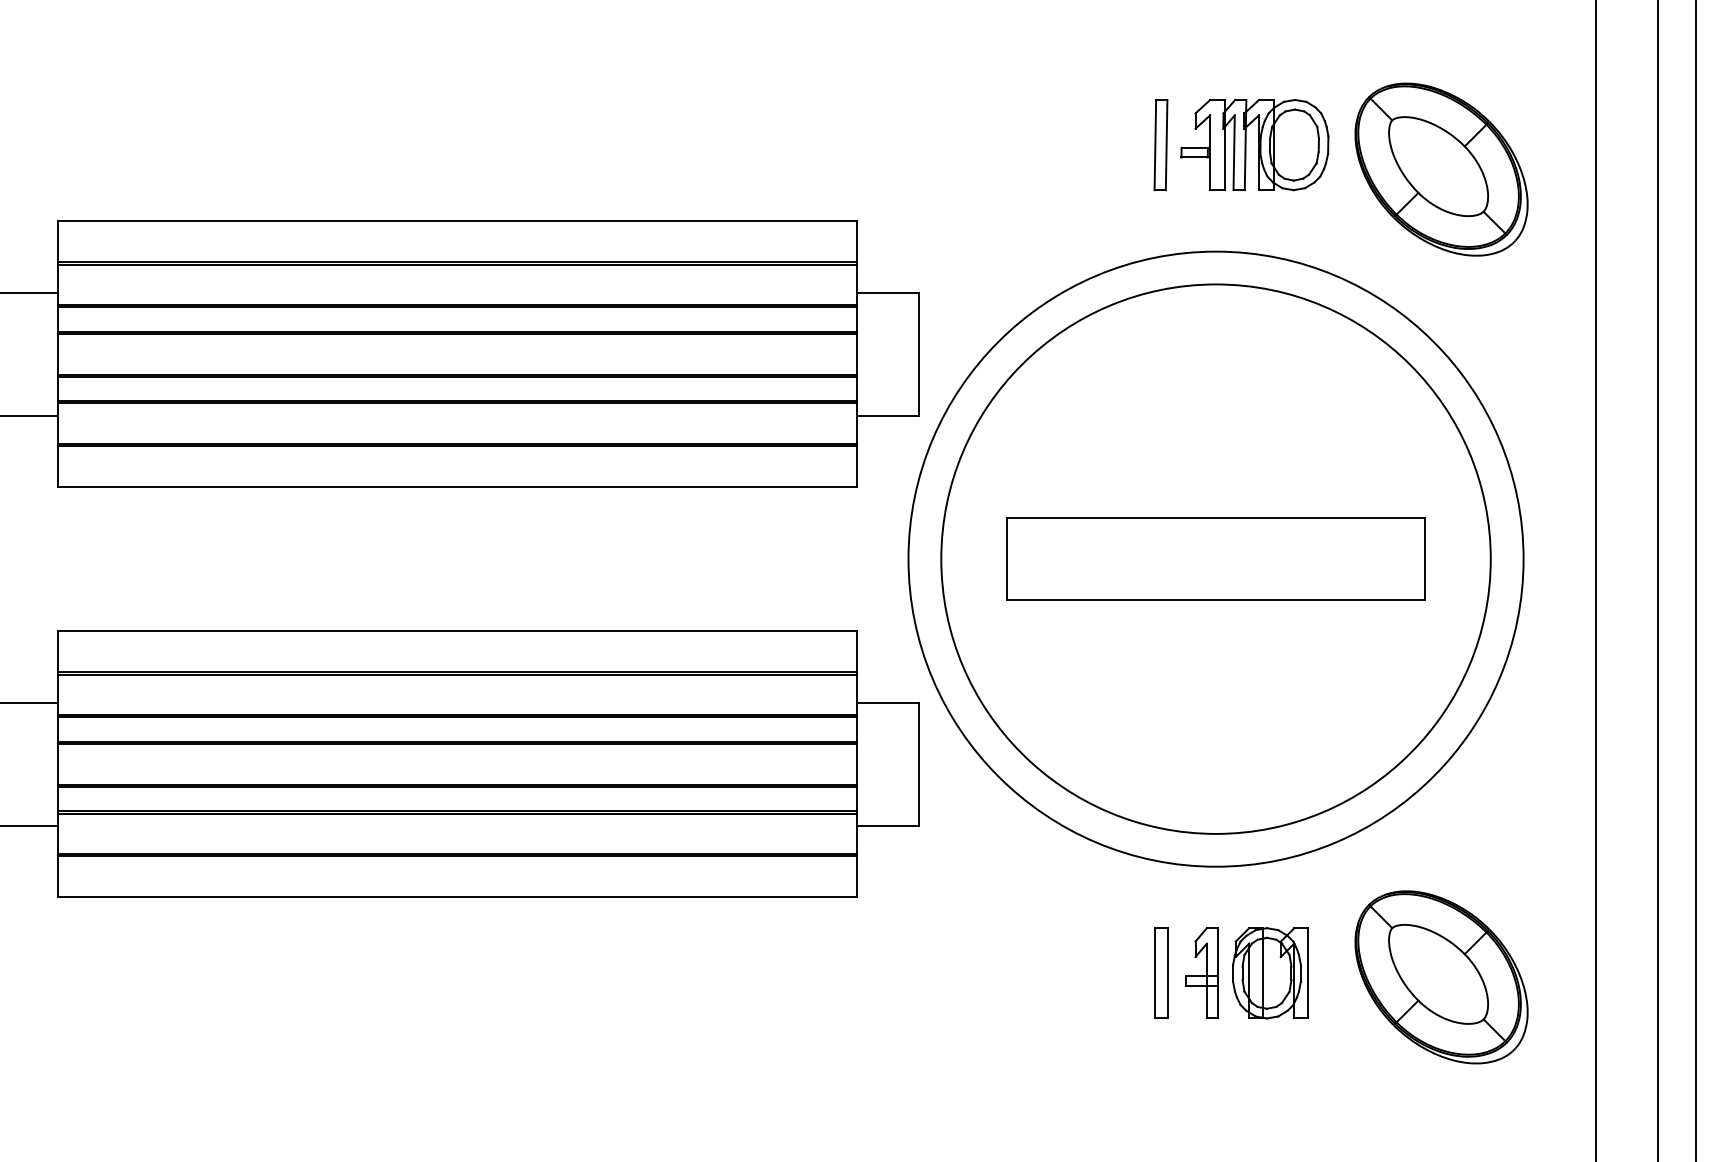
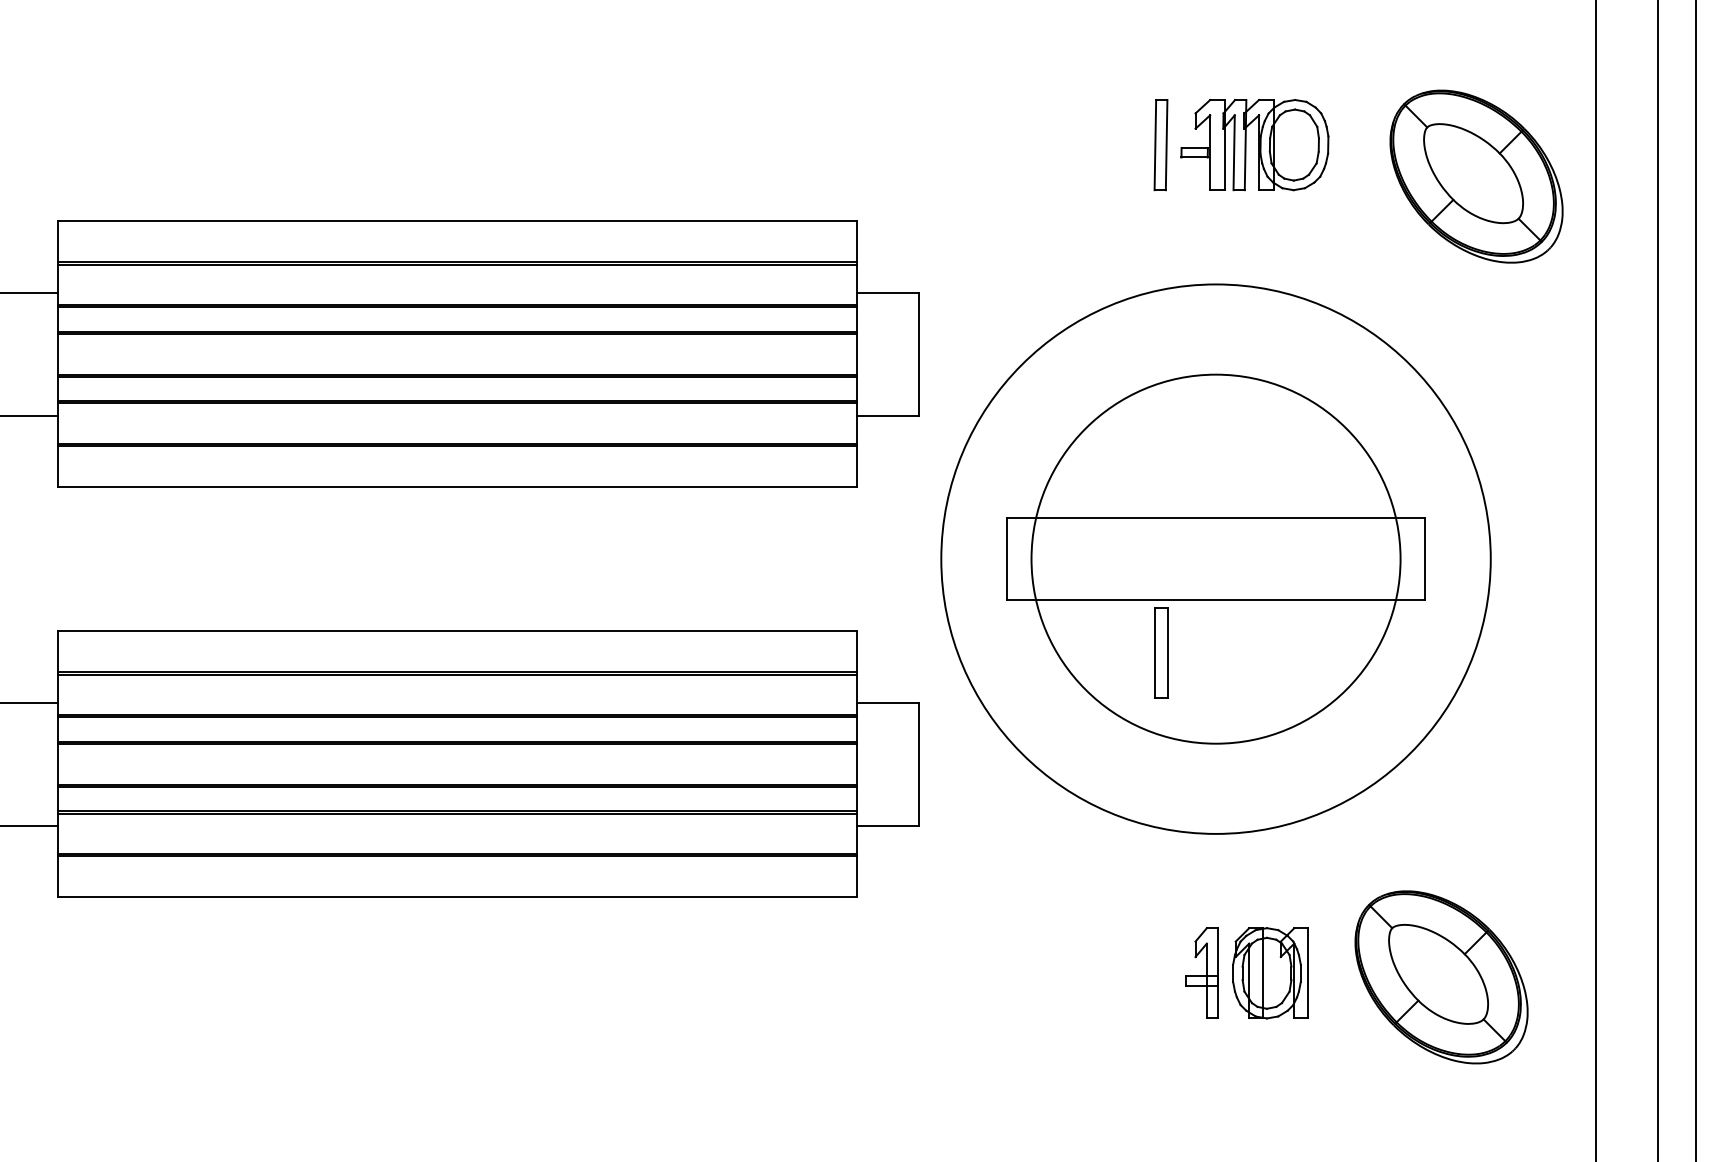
part at (1441, 169) position: (1441, 169) -> (1476, 176)
circle at (1215, 558) diameter: 615 px -> 369 px
part at (1161, 972) position: (1161, 972) -> (1161, 652)
